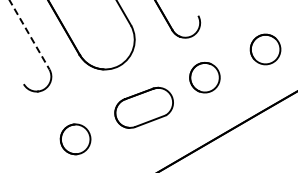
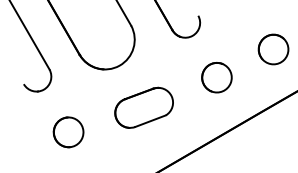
line at (29, 34): dashed -> solid
part at (265, 49) position: (265, 49) -> (273, 49)
part at (204, 77) position: (204, 77) -> (216, 77)
part at (75, 139) position: (75, 139) -> (68, 132)
